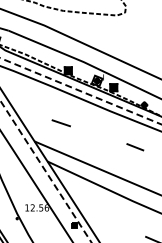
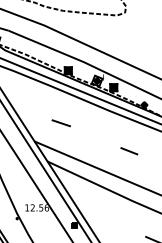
line at (81, 91): dashed -> solid
line at (135, 147) position: (135, 147) -> (129, 151)
line at (45, 171): dashed -> solid
